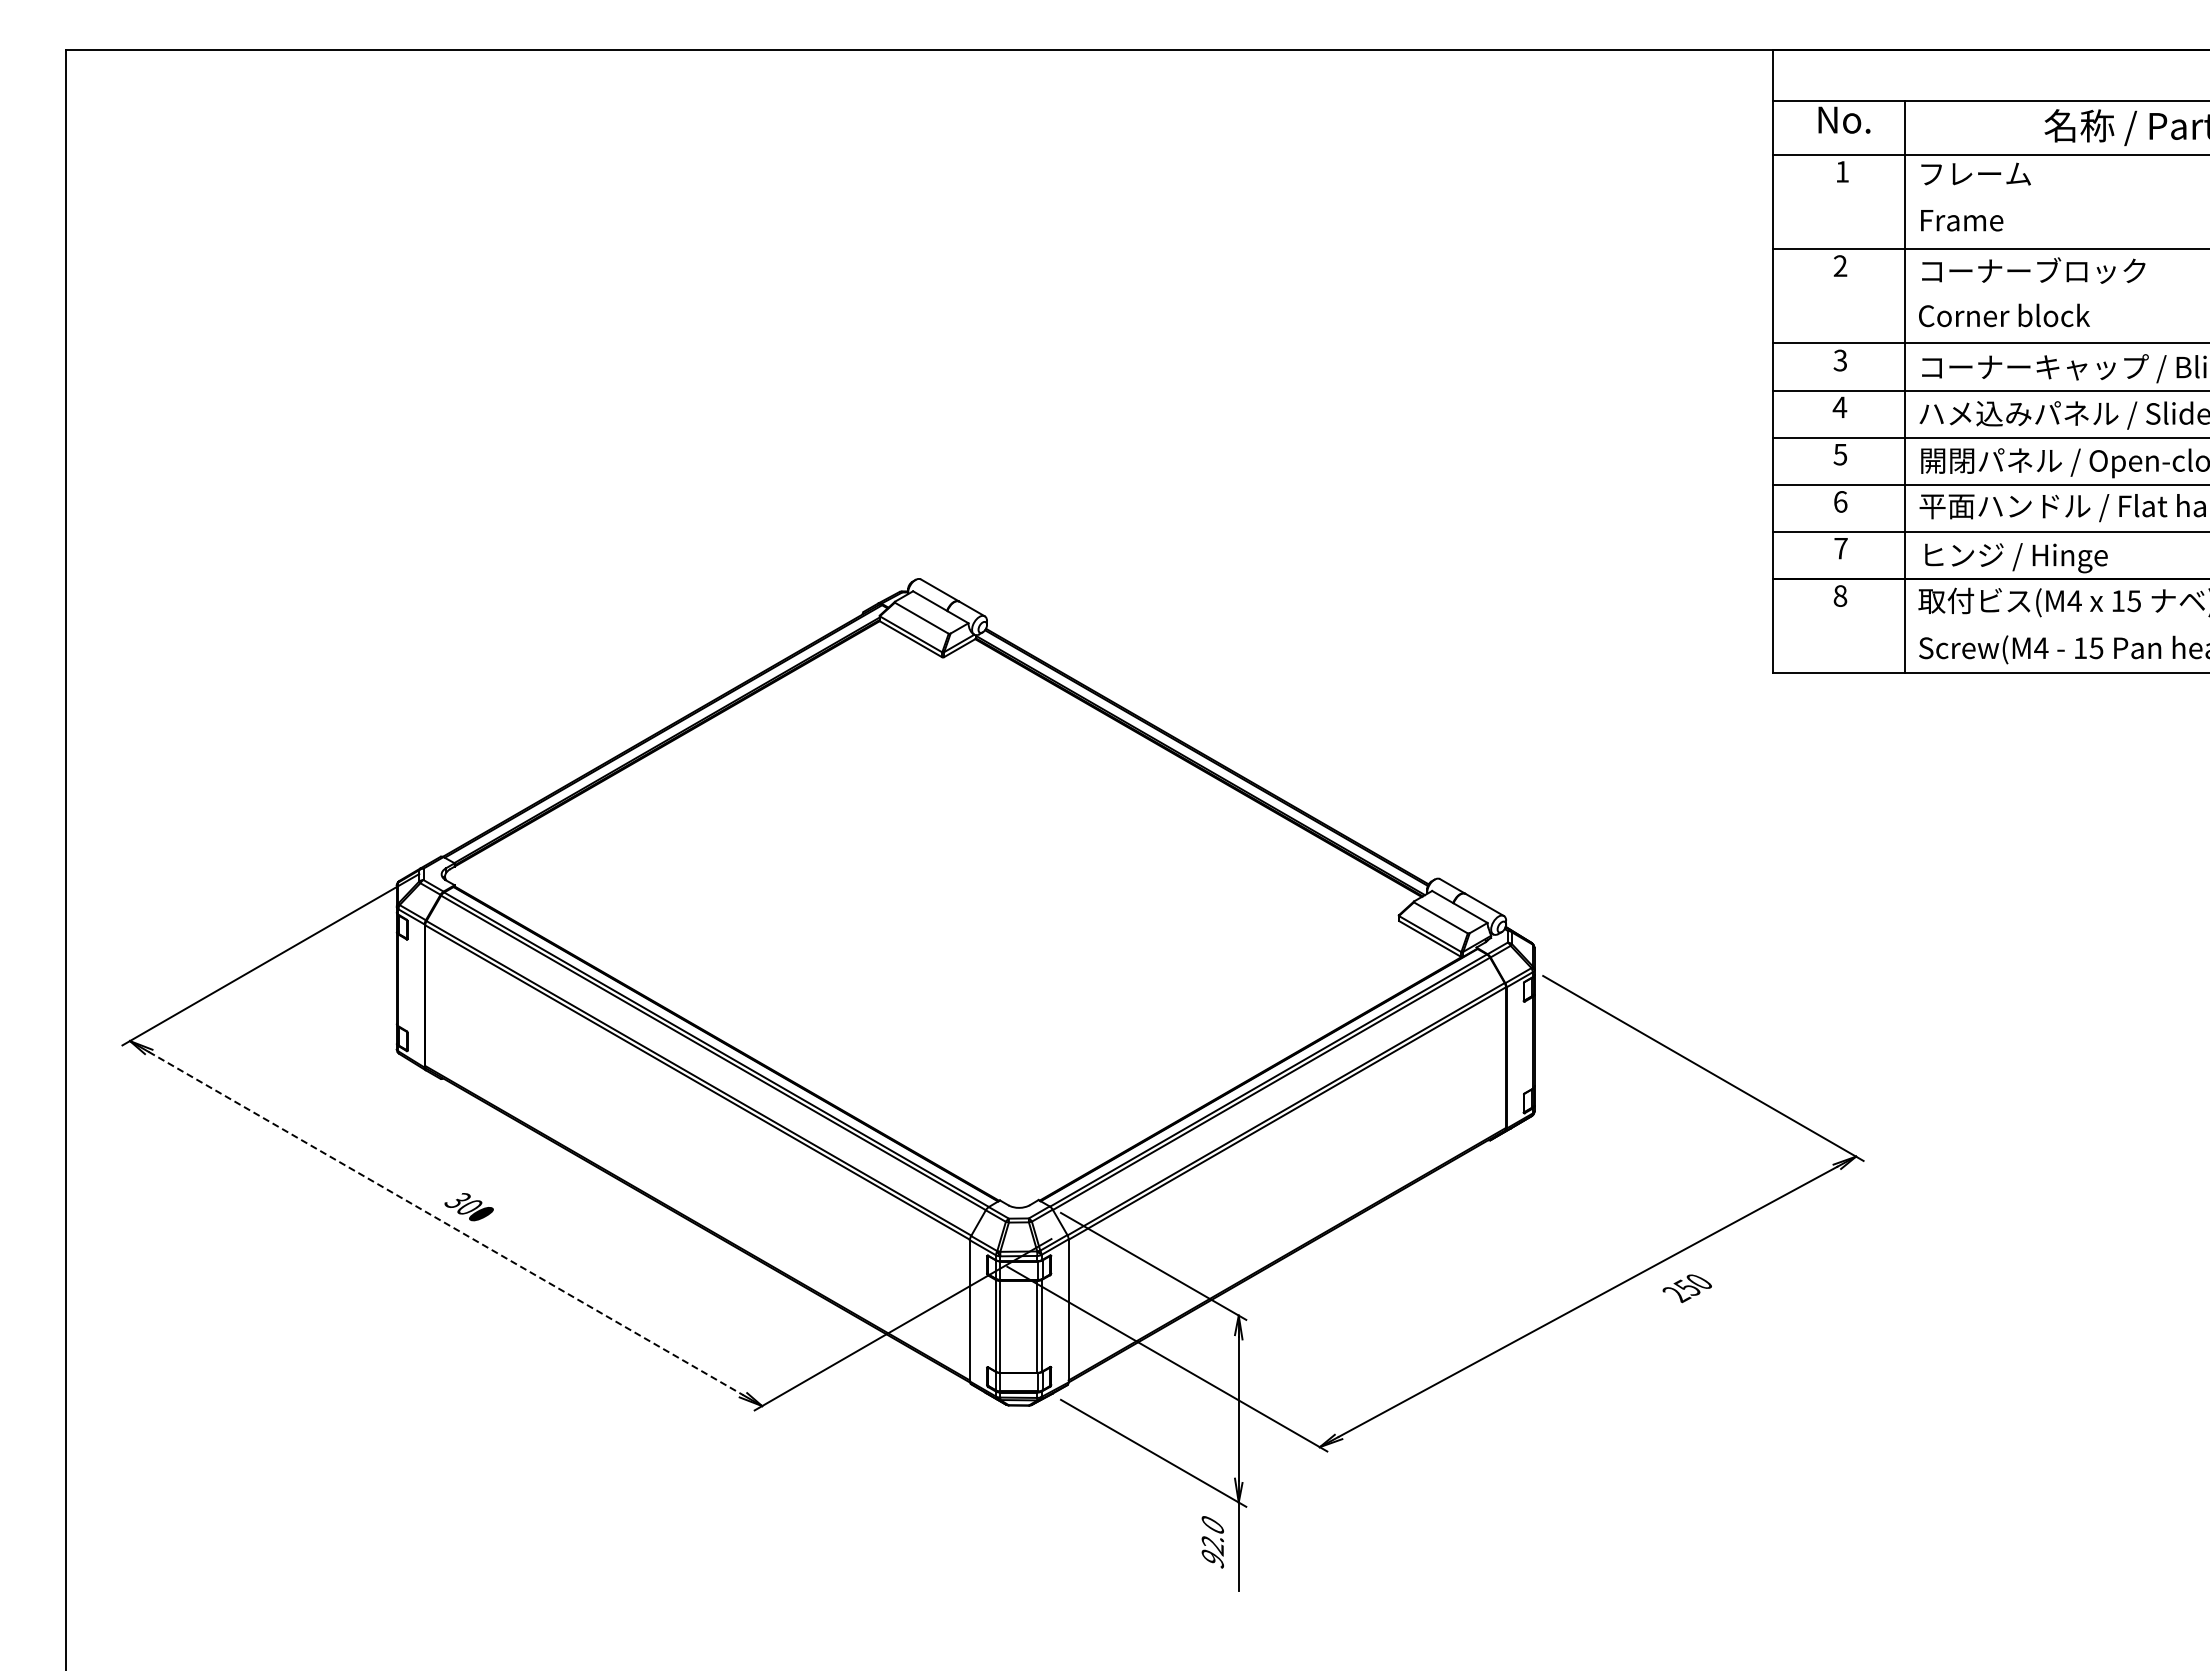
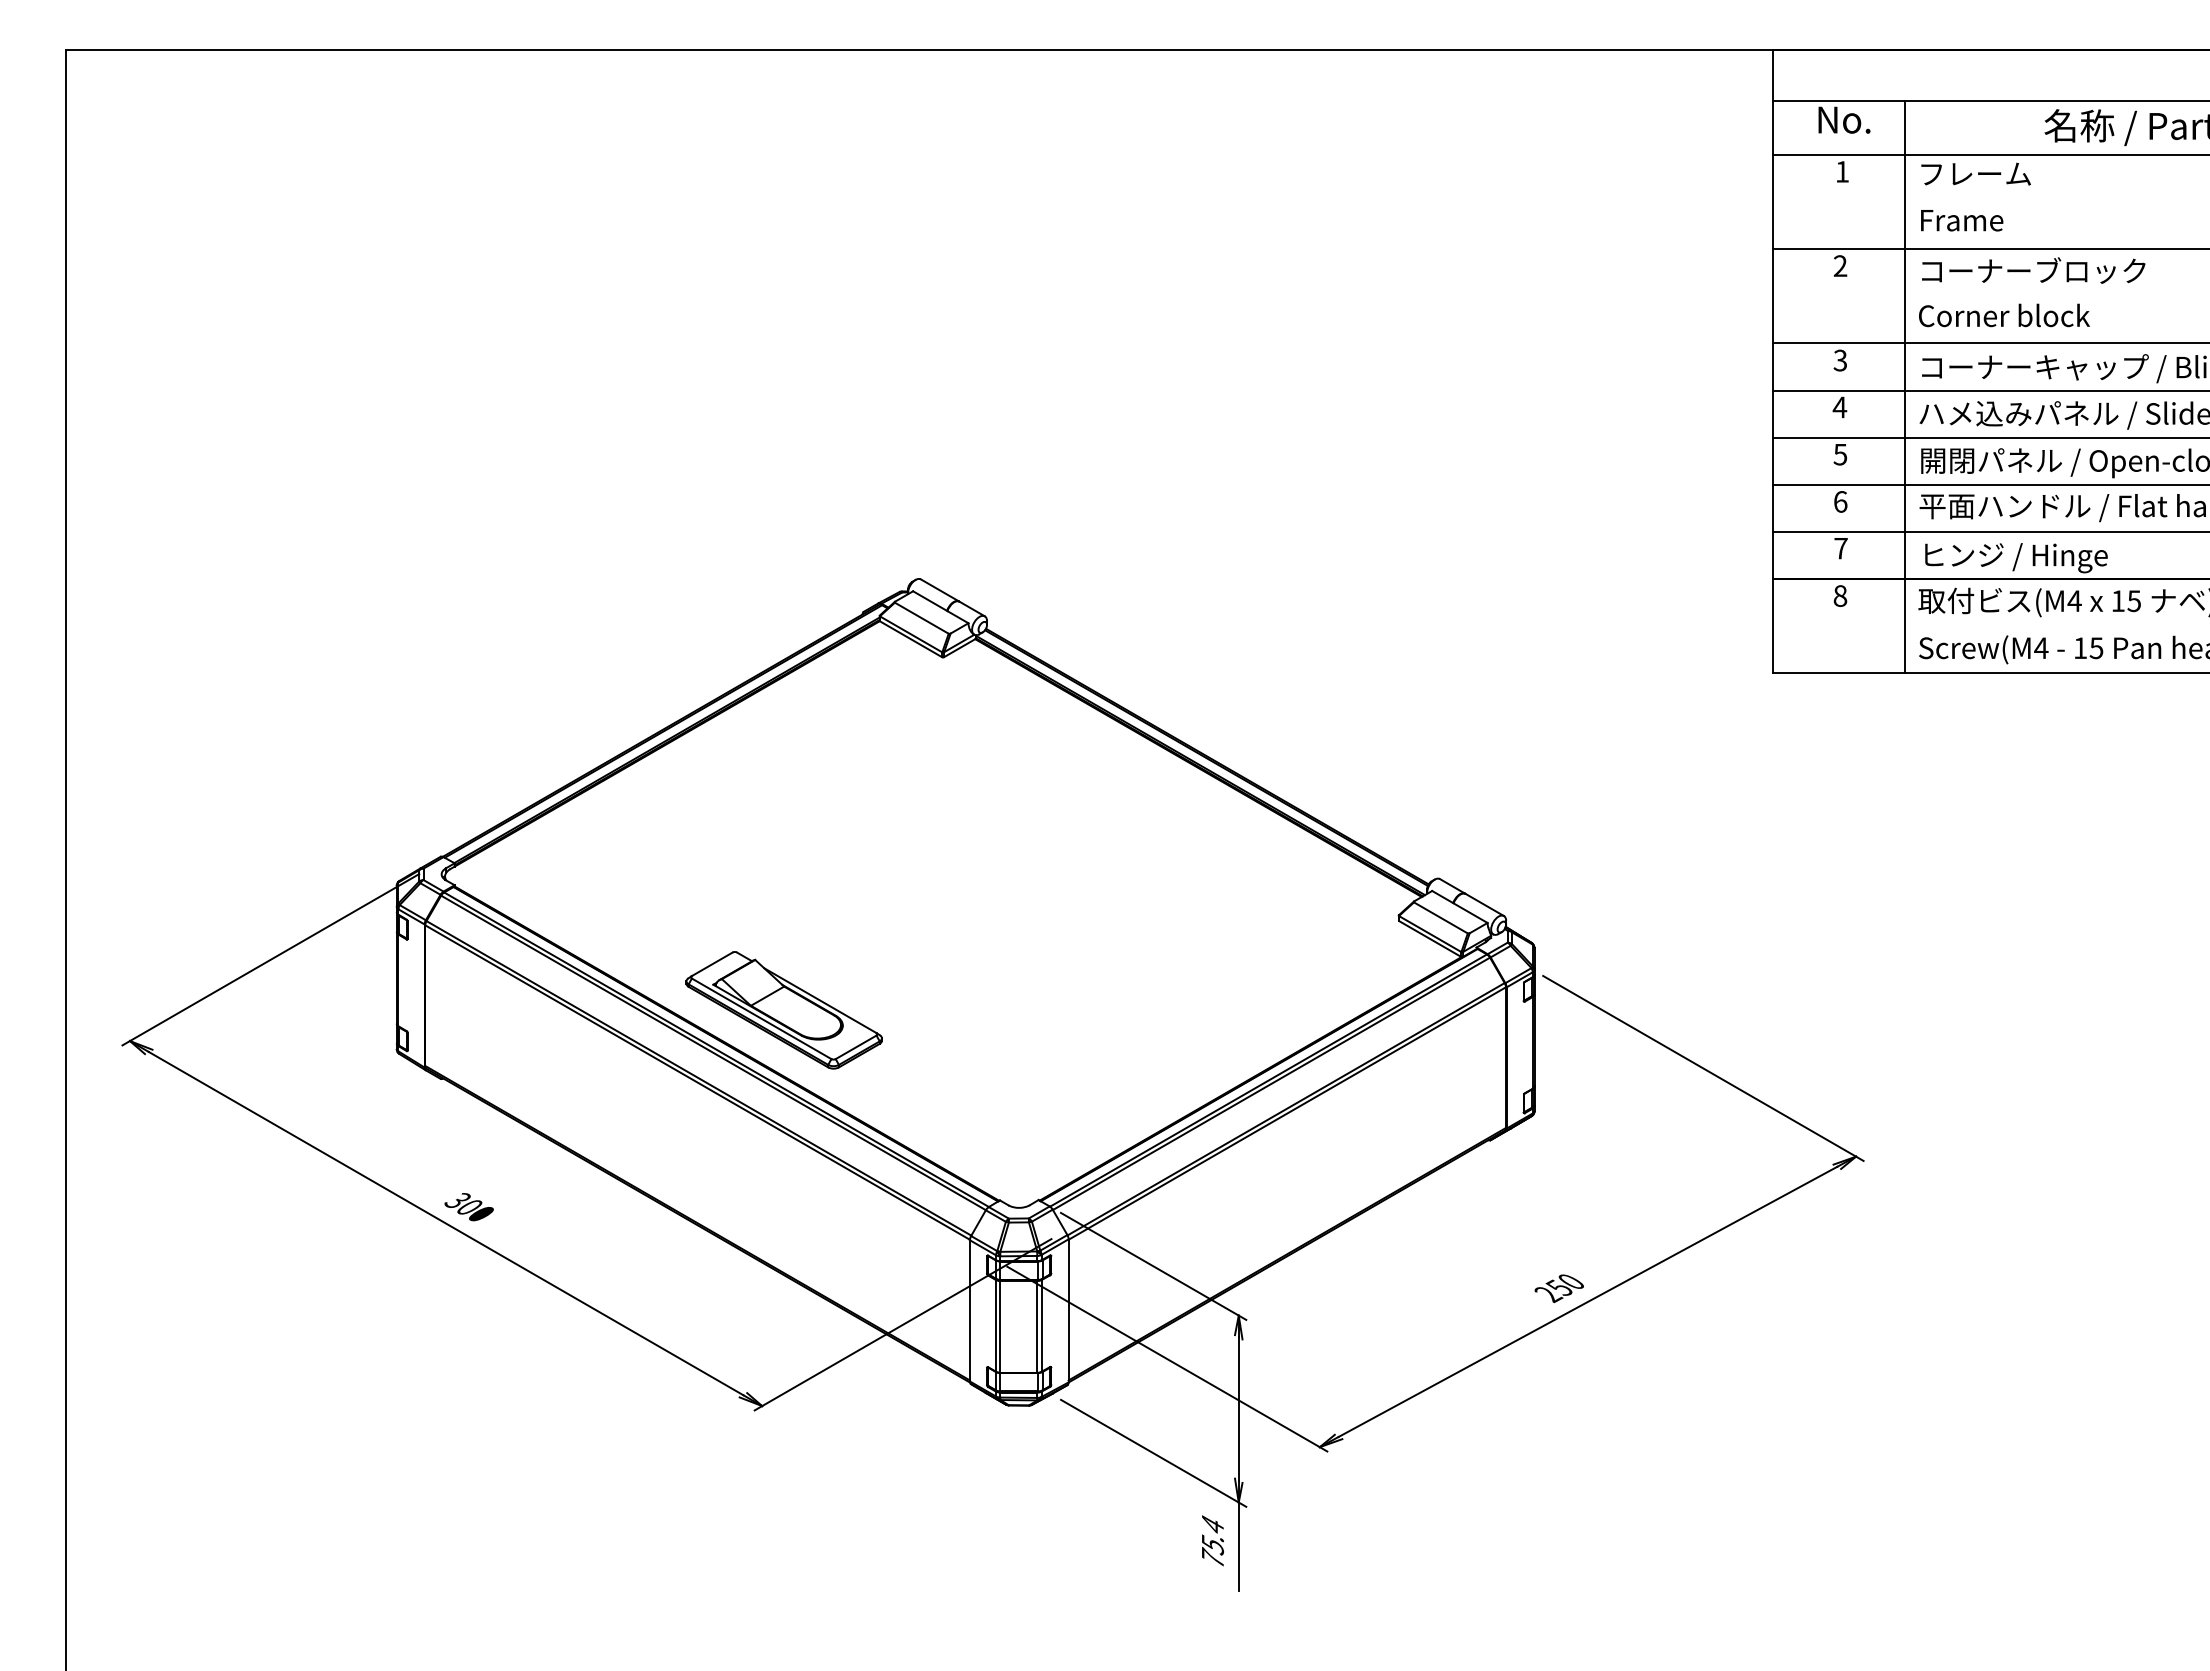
part at (783, 1010): none -> present
line at (446, 1223): dashed -> solid
text at (1686, 1288) position: (1686, 1288) -> (1558, 1288)
text at (1212, 1541): 92.0 -> 75.4
